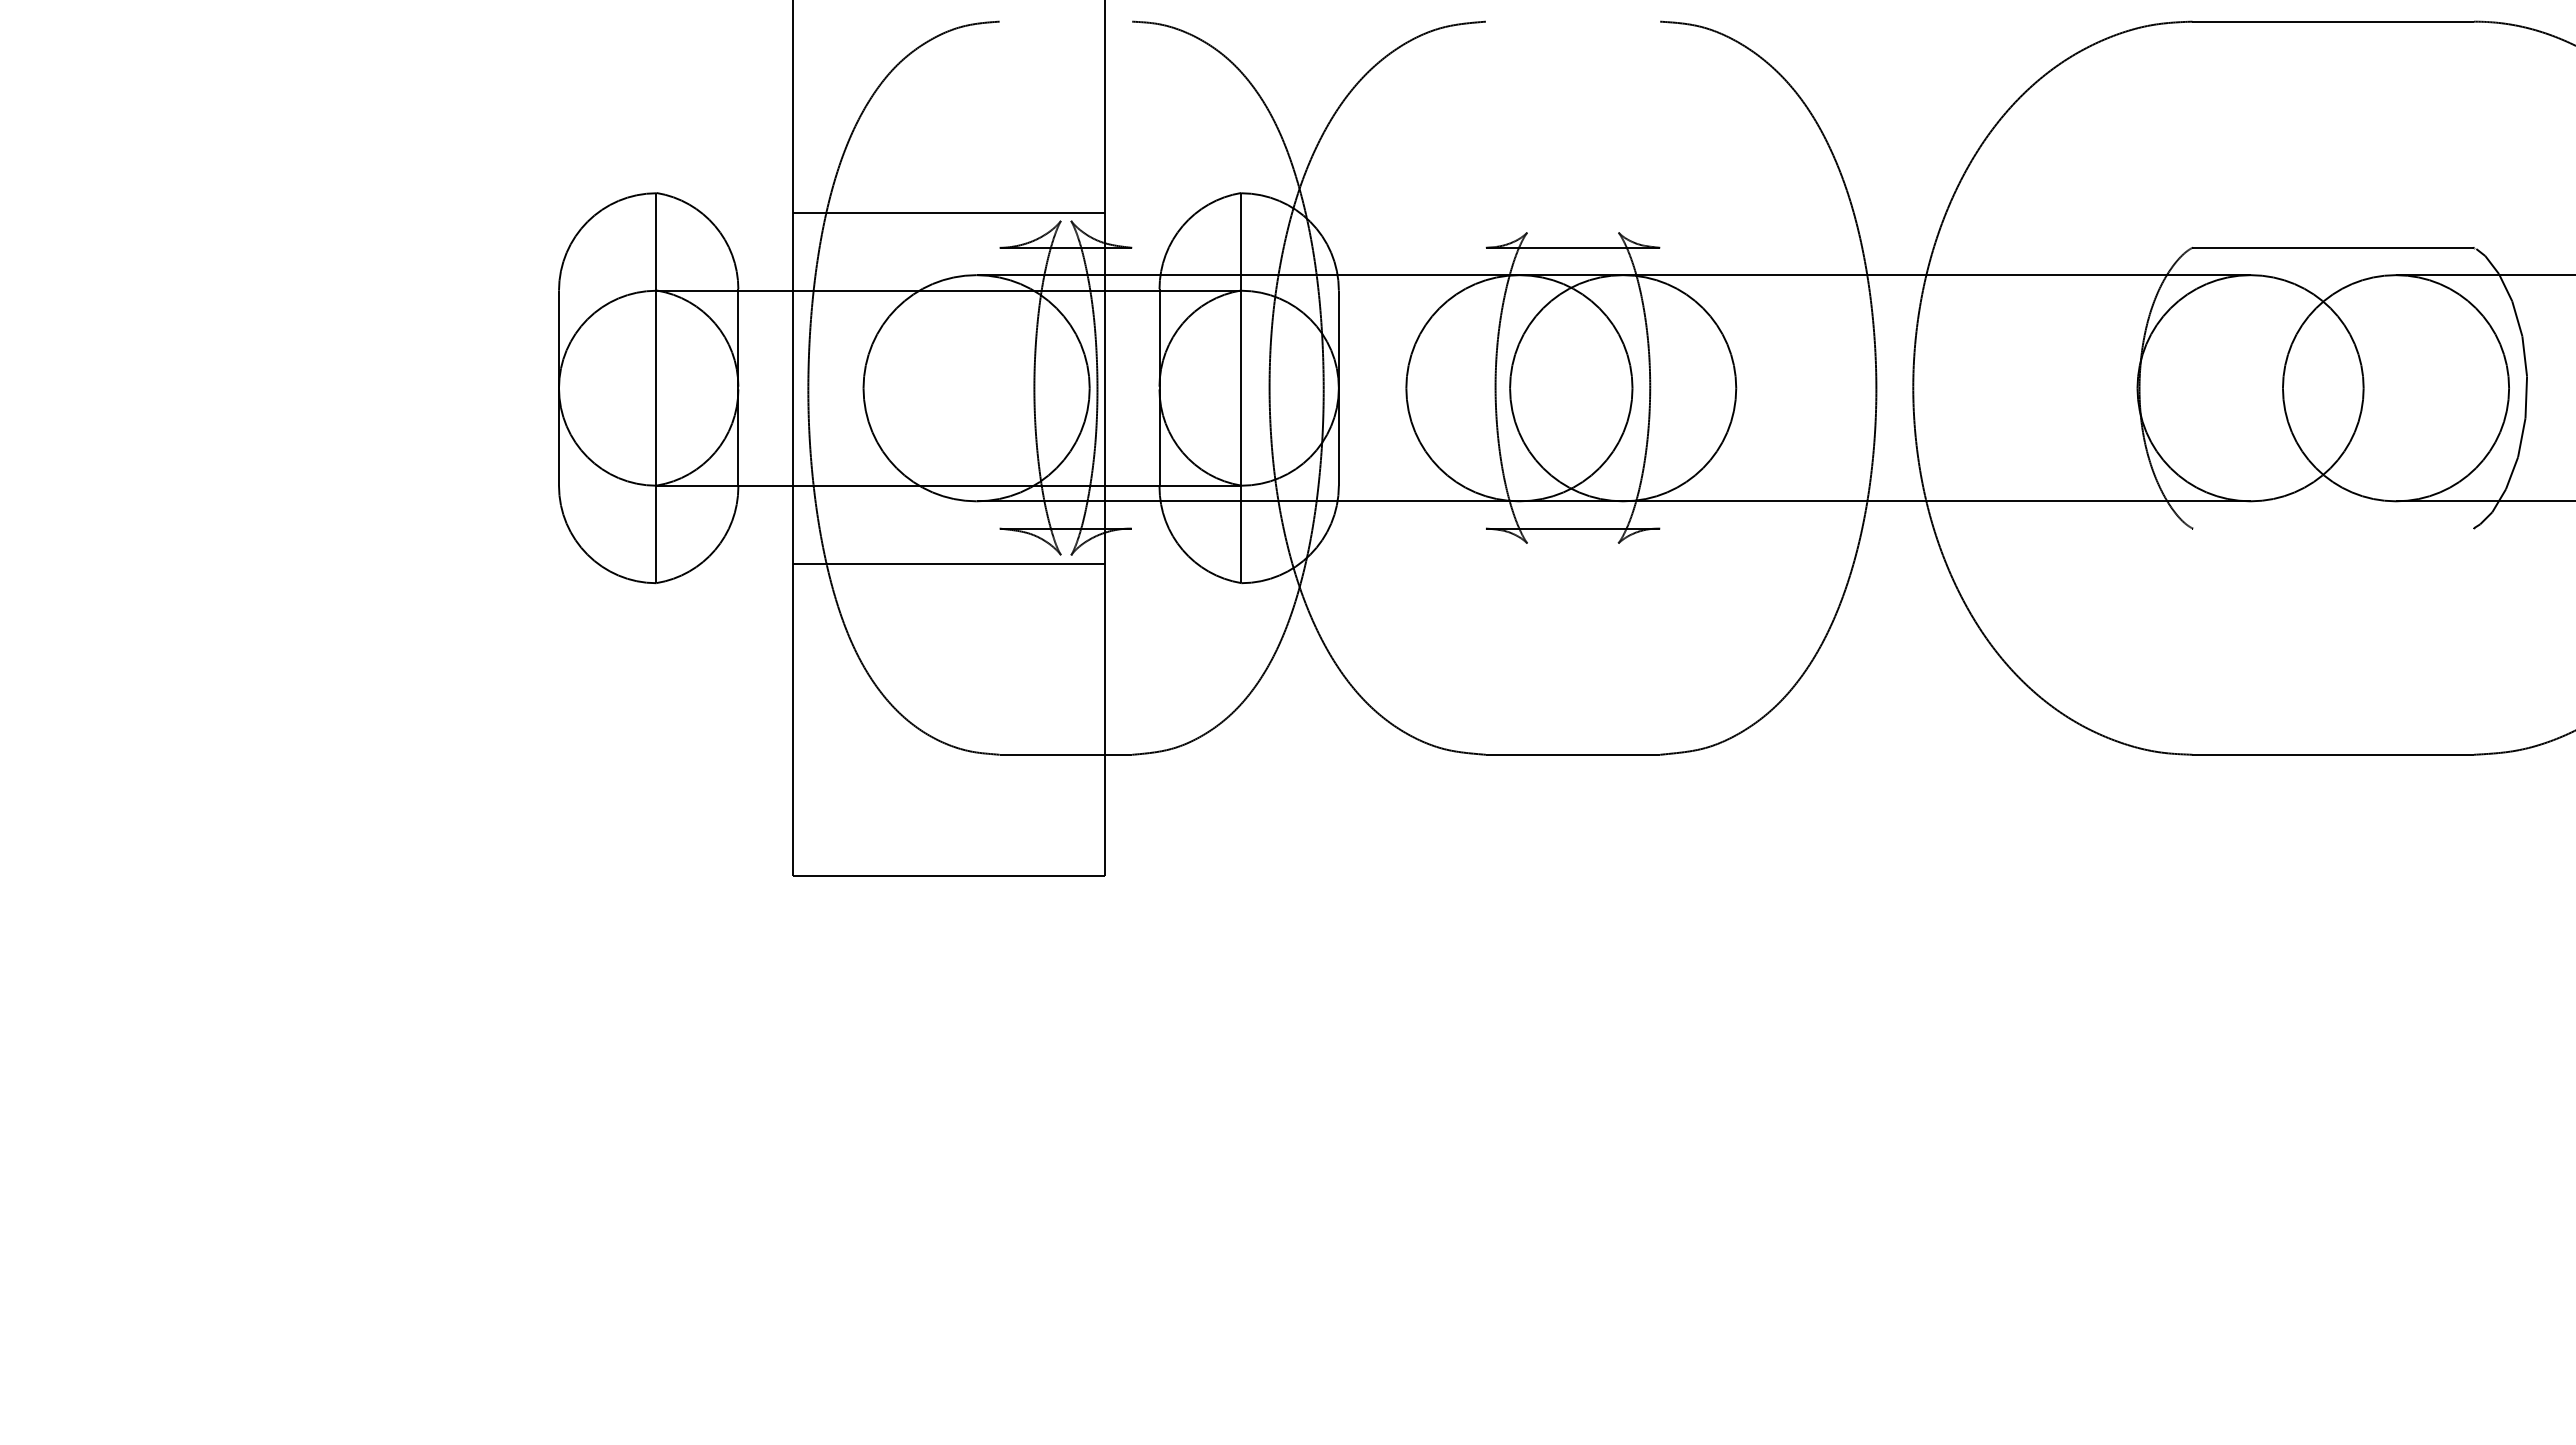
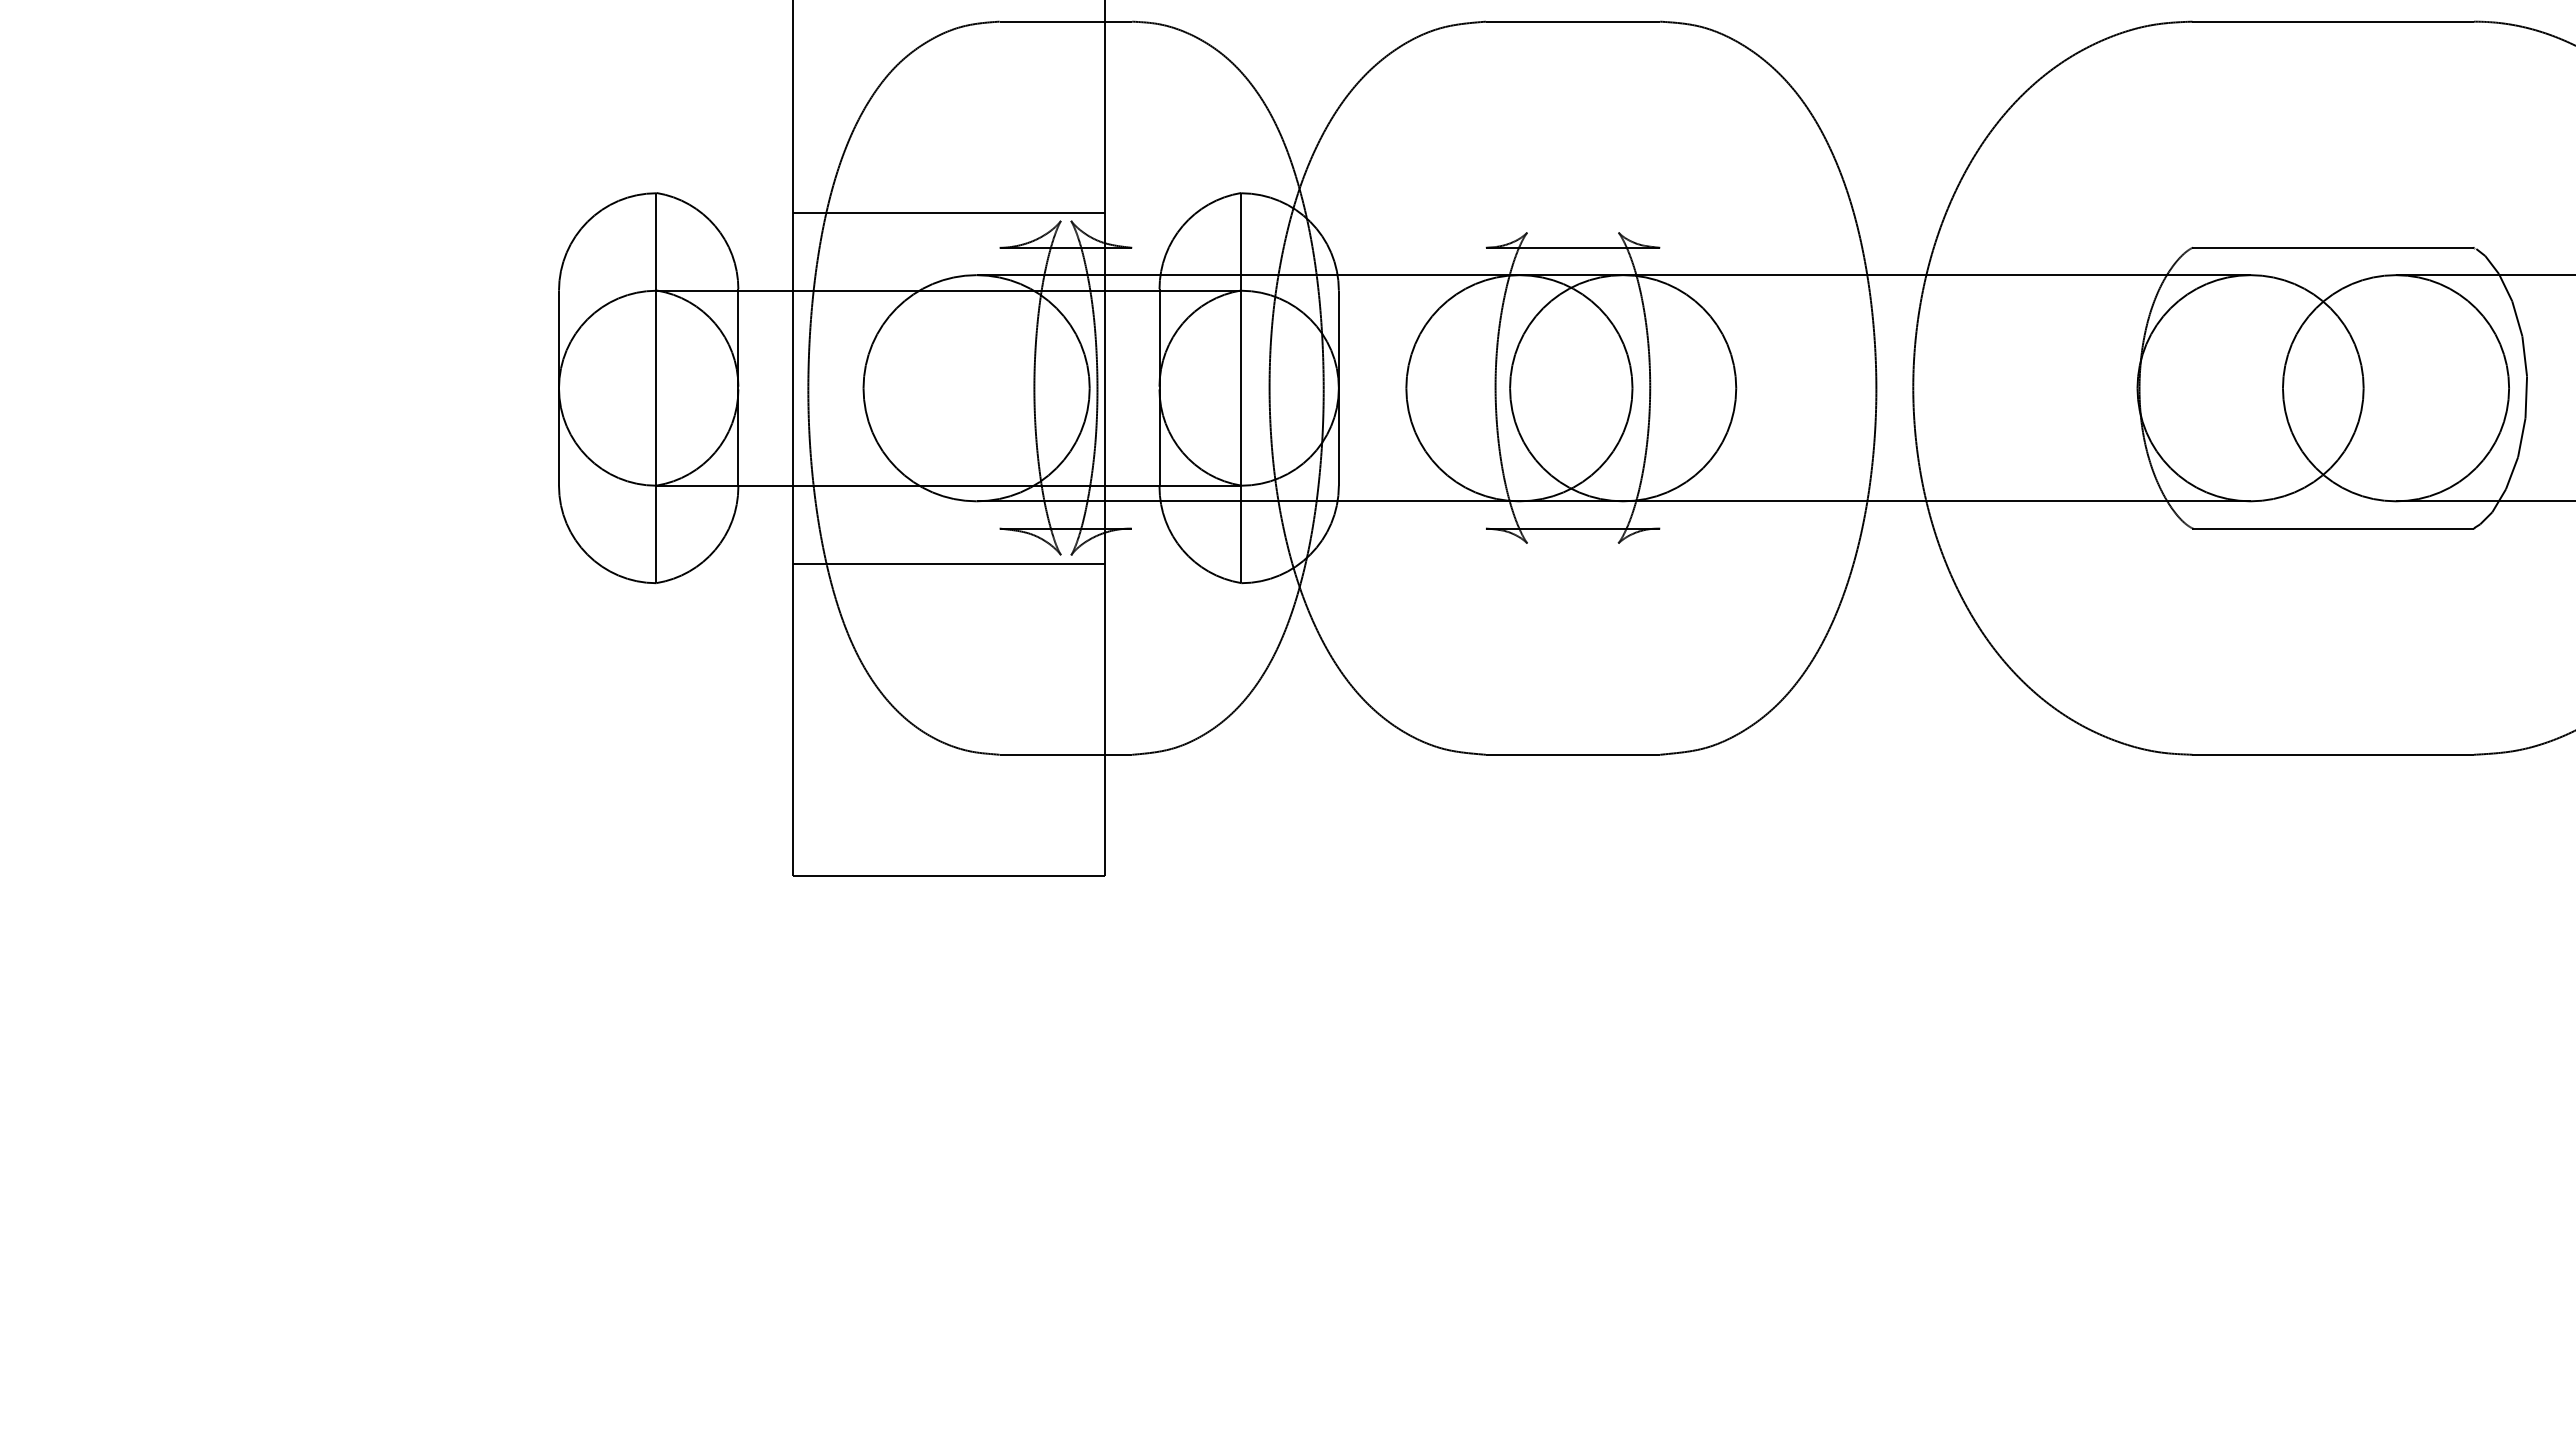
line at (1065, 21): none -> present
line at (1572, 21): none -> present
line at (2333, 528): none -> present
